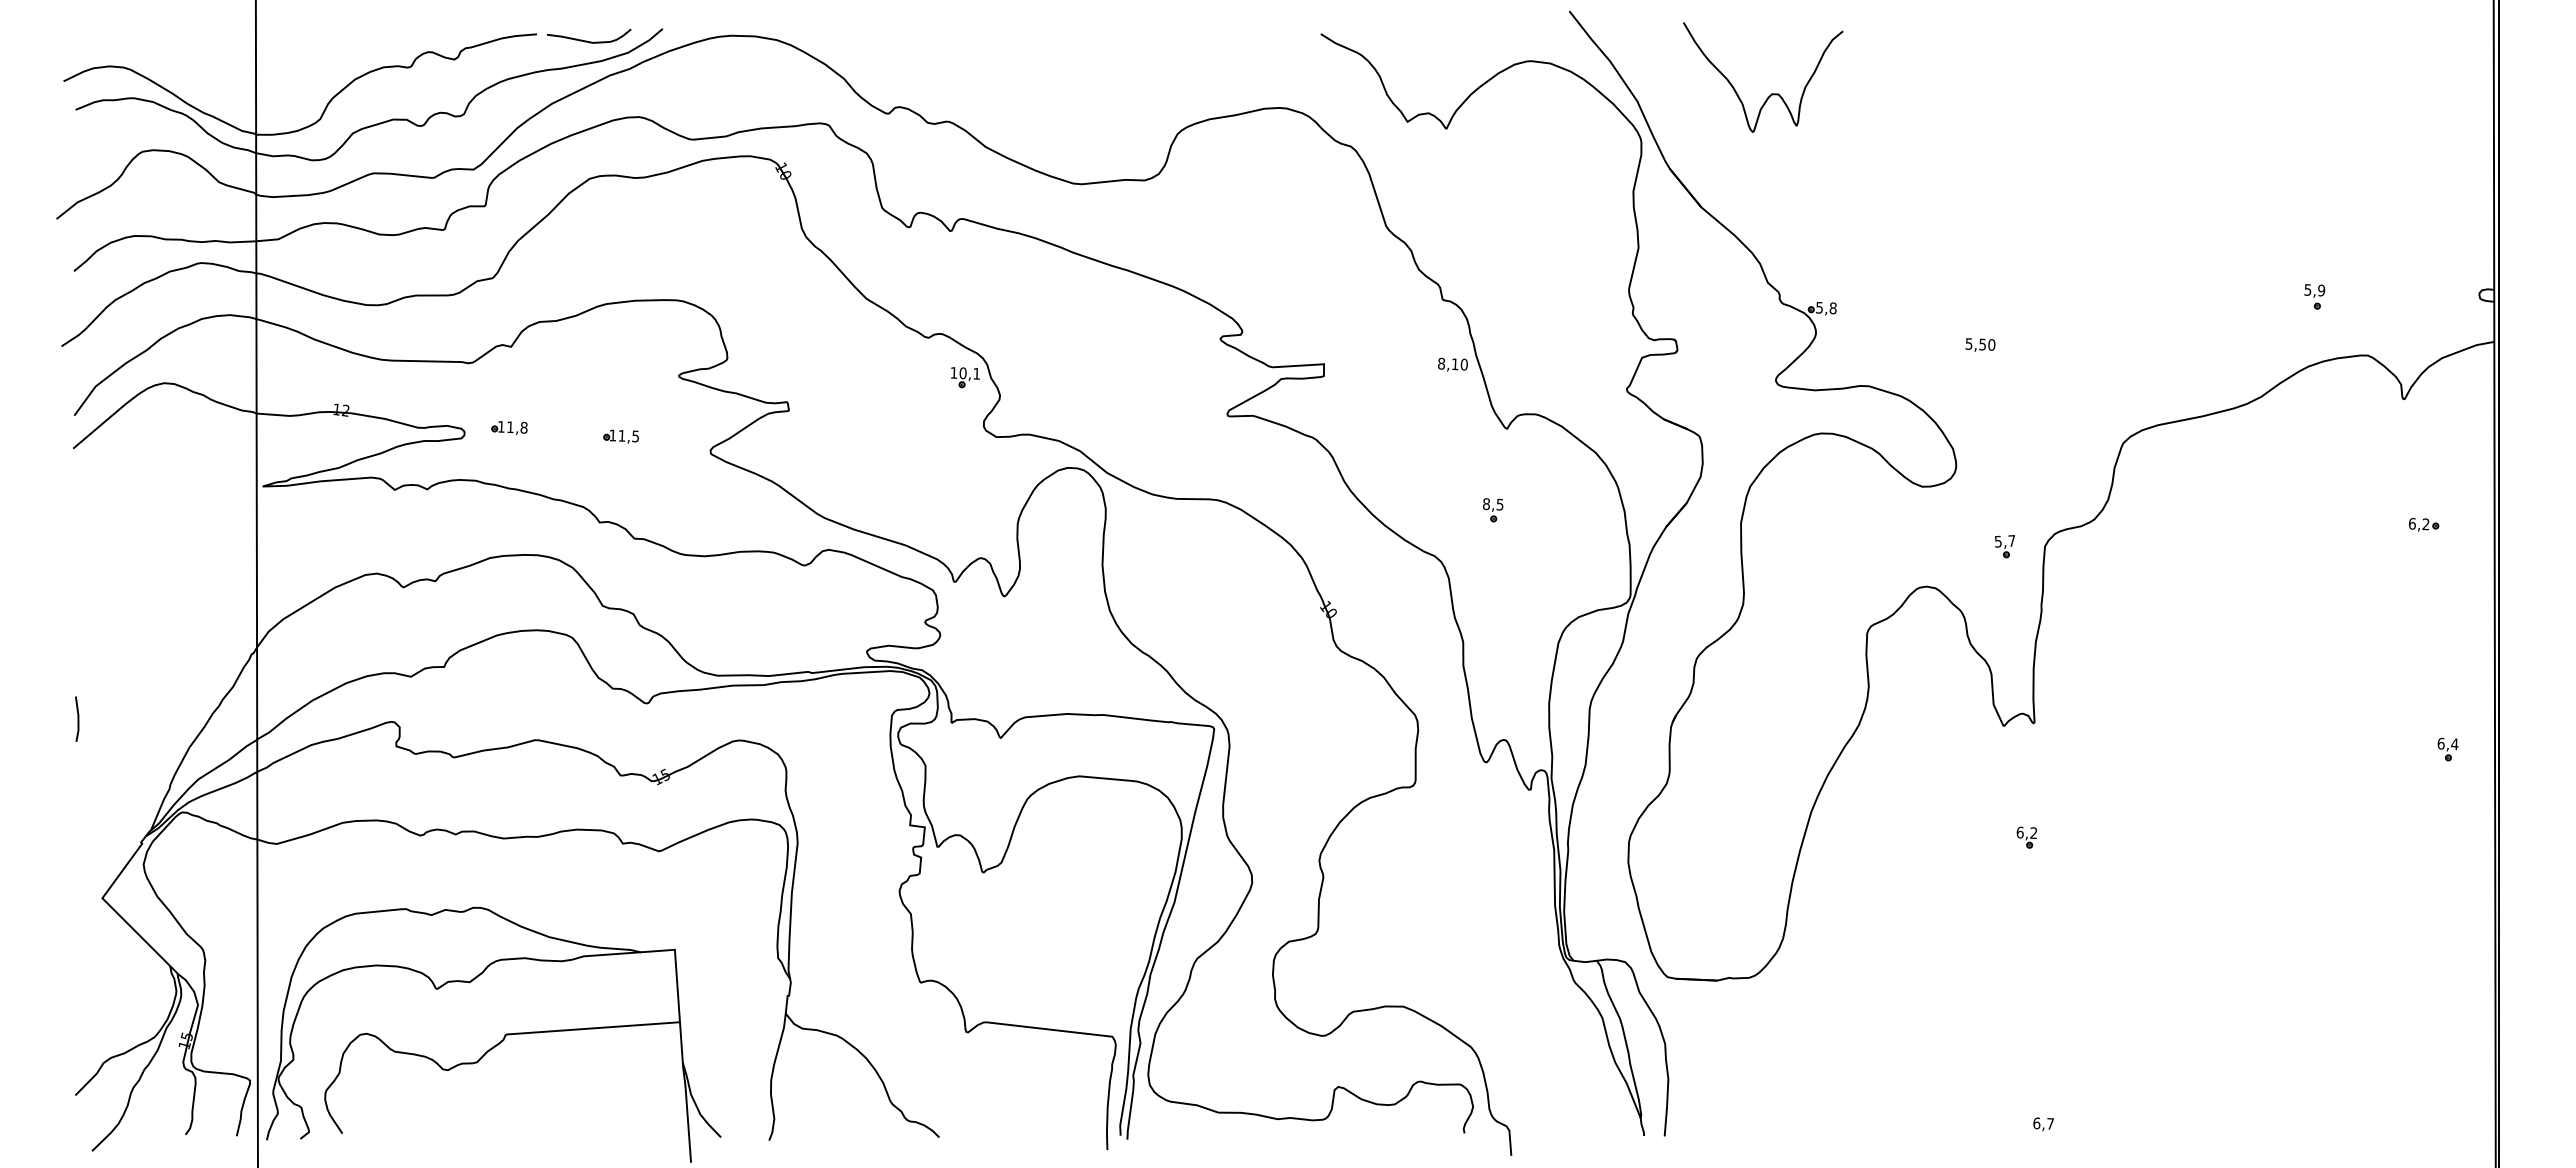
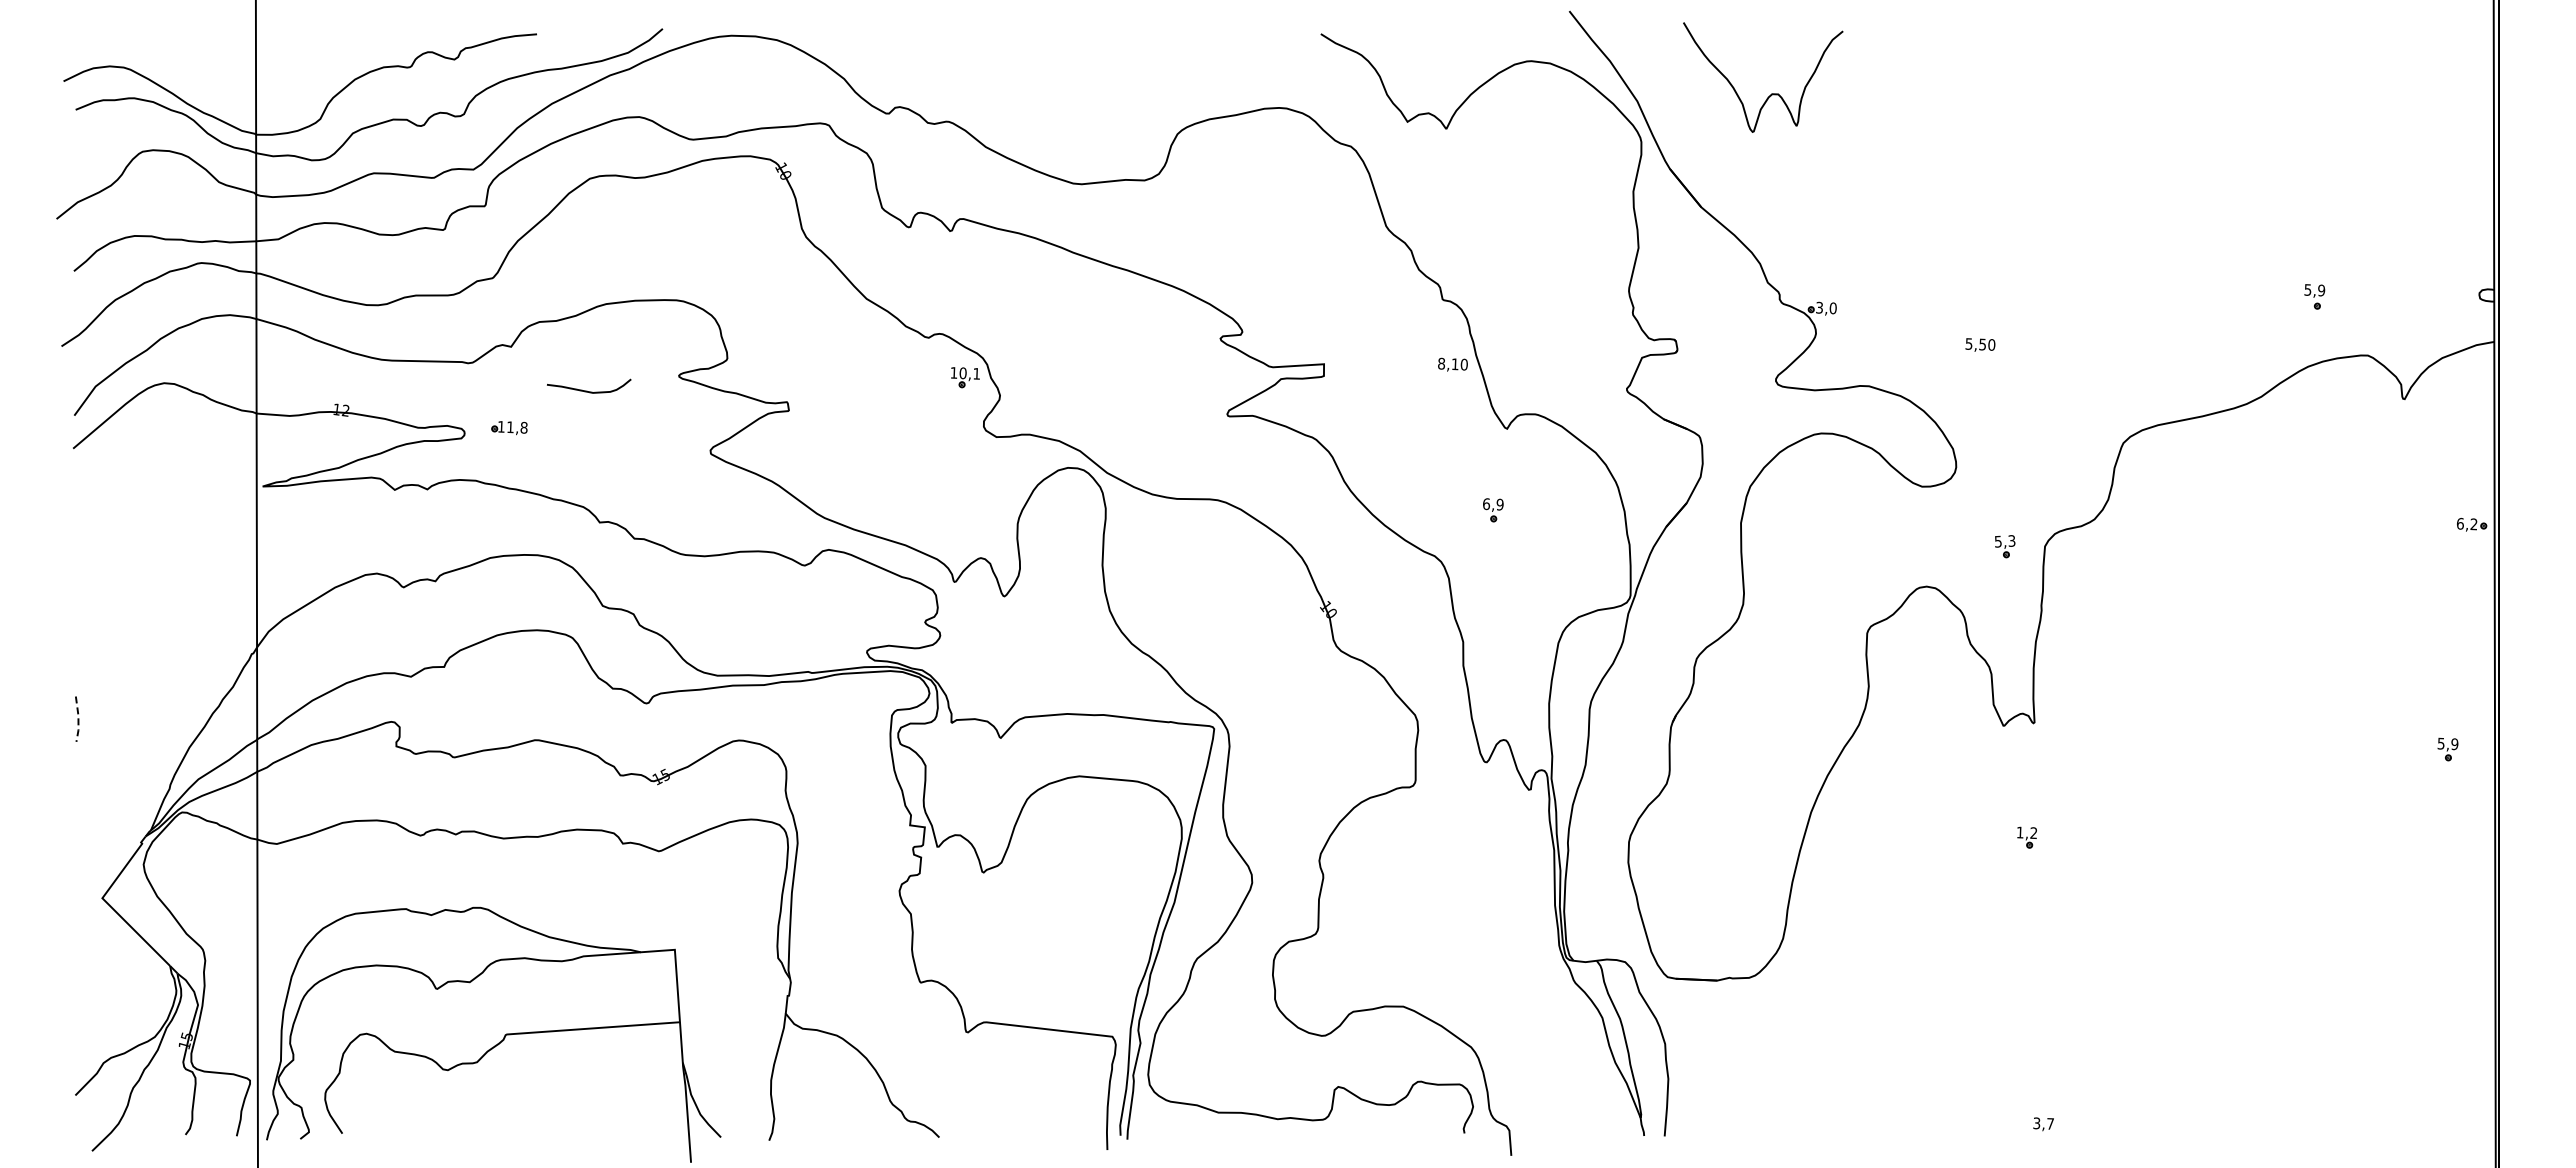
curve at (587, 40) position: (587, 40) -> (587, 390)
text at (1826, 307): 5,8 -> 3,0
part at (620, 436): present -> none
text at (1492, 504): 8,5 -> 6,9
part at (2424, 524) position: (2424, 524) -> (2472, 524)
text at (2011, 540): 5,7 -> 5,3
line at (78, 719): solid -> dashed
text at (2447, 743): 6,4 -> 5,9
text at (2019, 832): 6,2 -> 1,2
text at (2036, 1123): 6,7 -> 3,7
